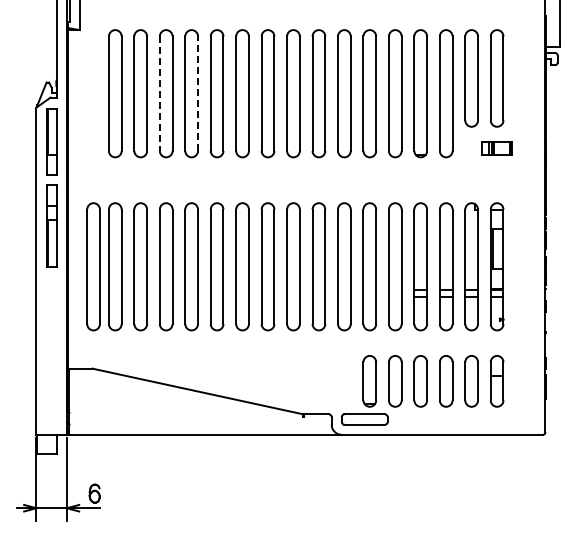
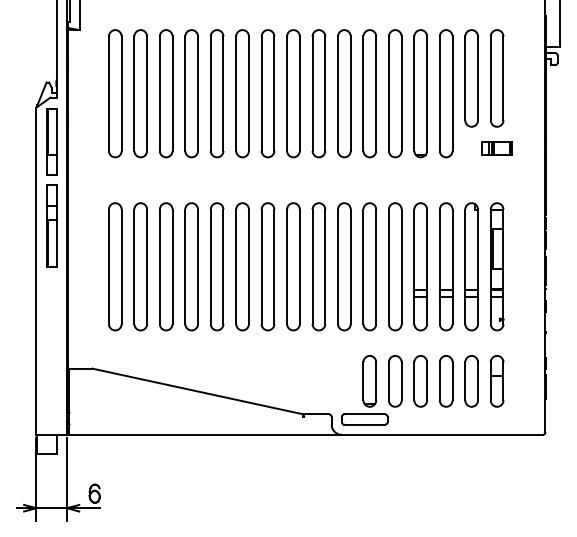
line at (198, 93): dashed -> solid
line at (159, 94): dashed -> solid
part at (93, 266): present -> none
